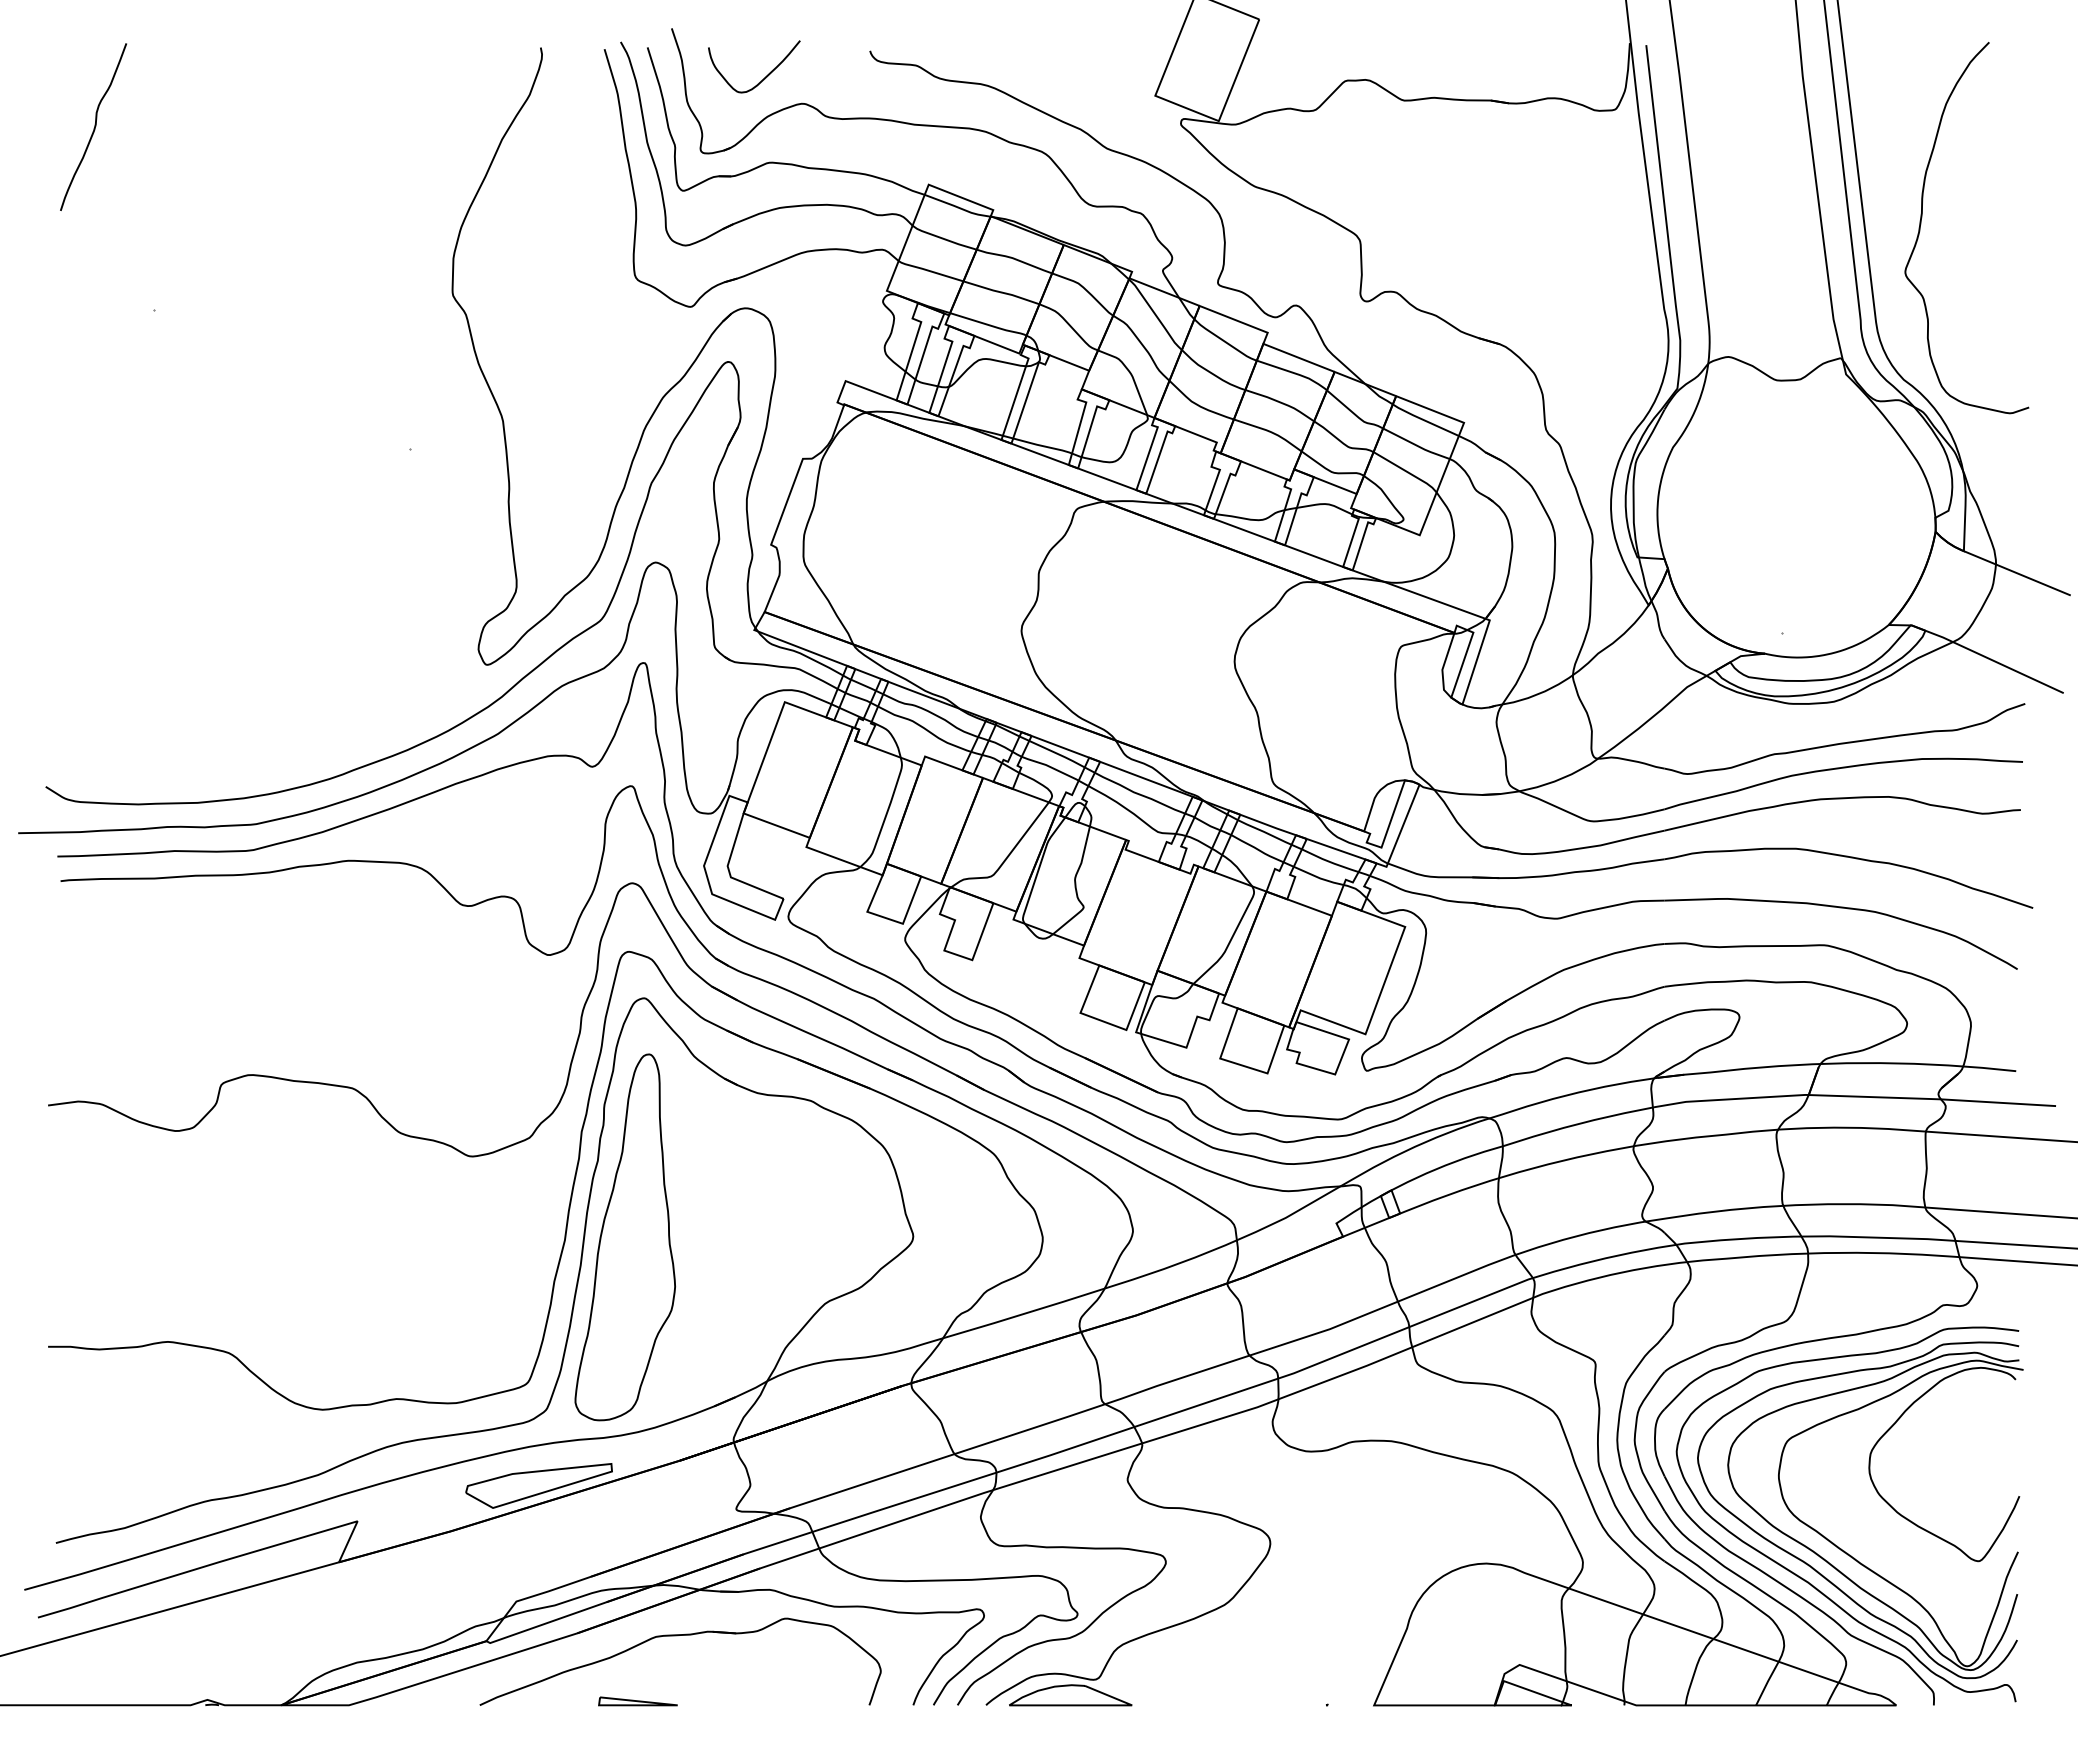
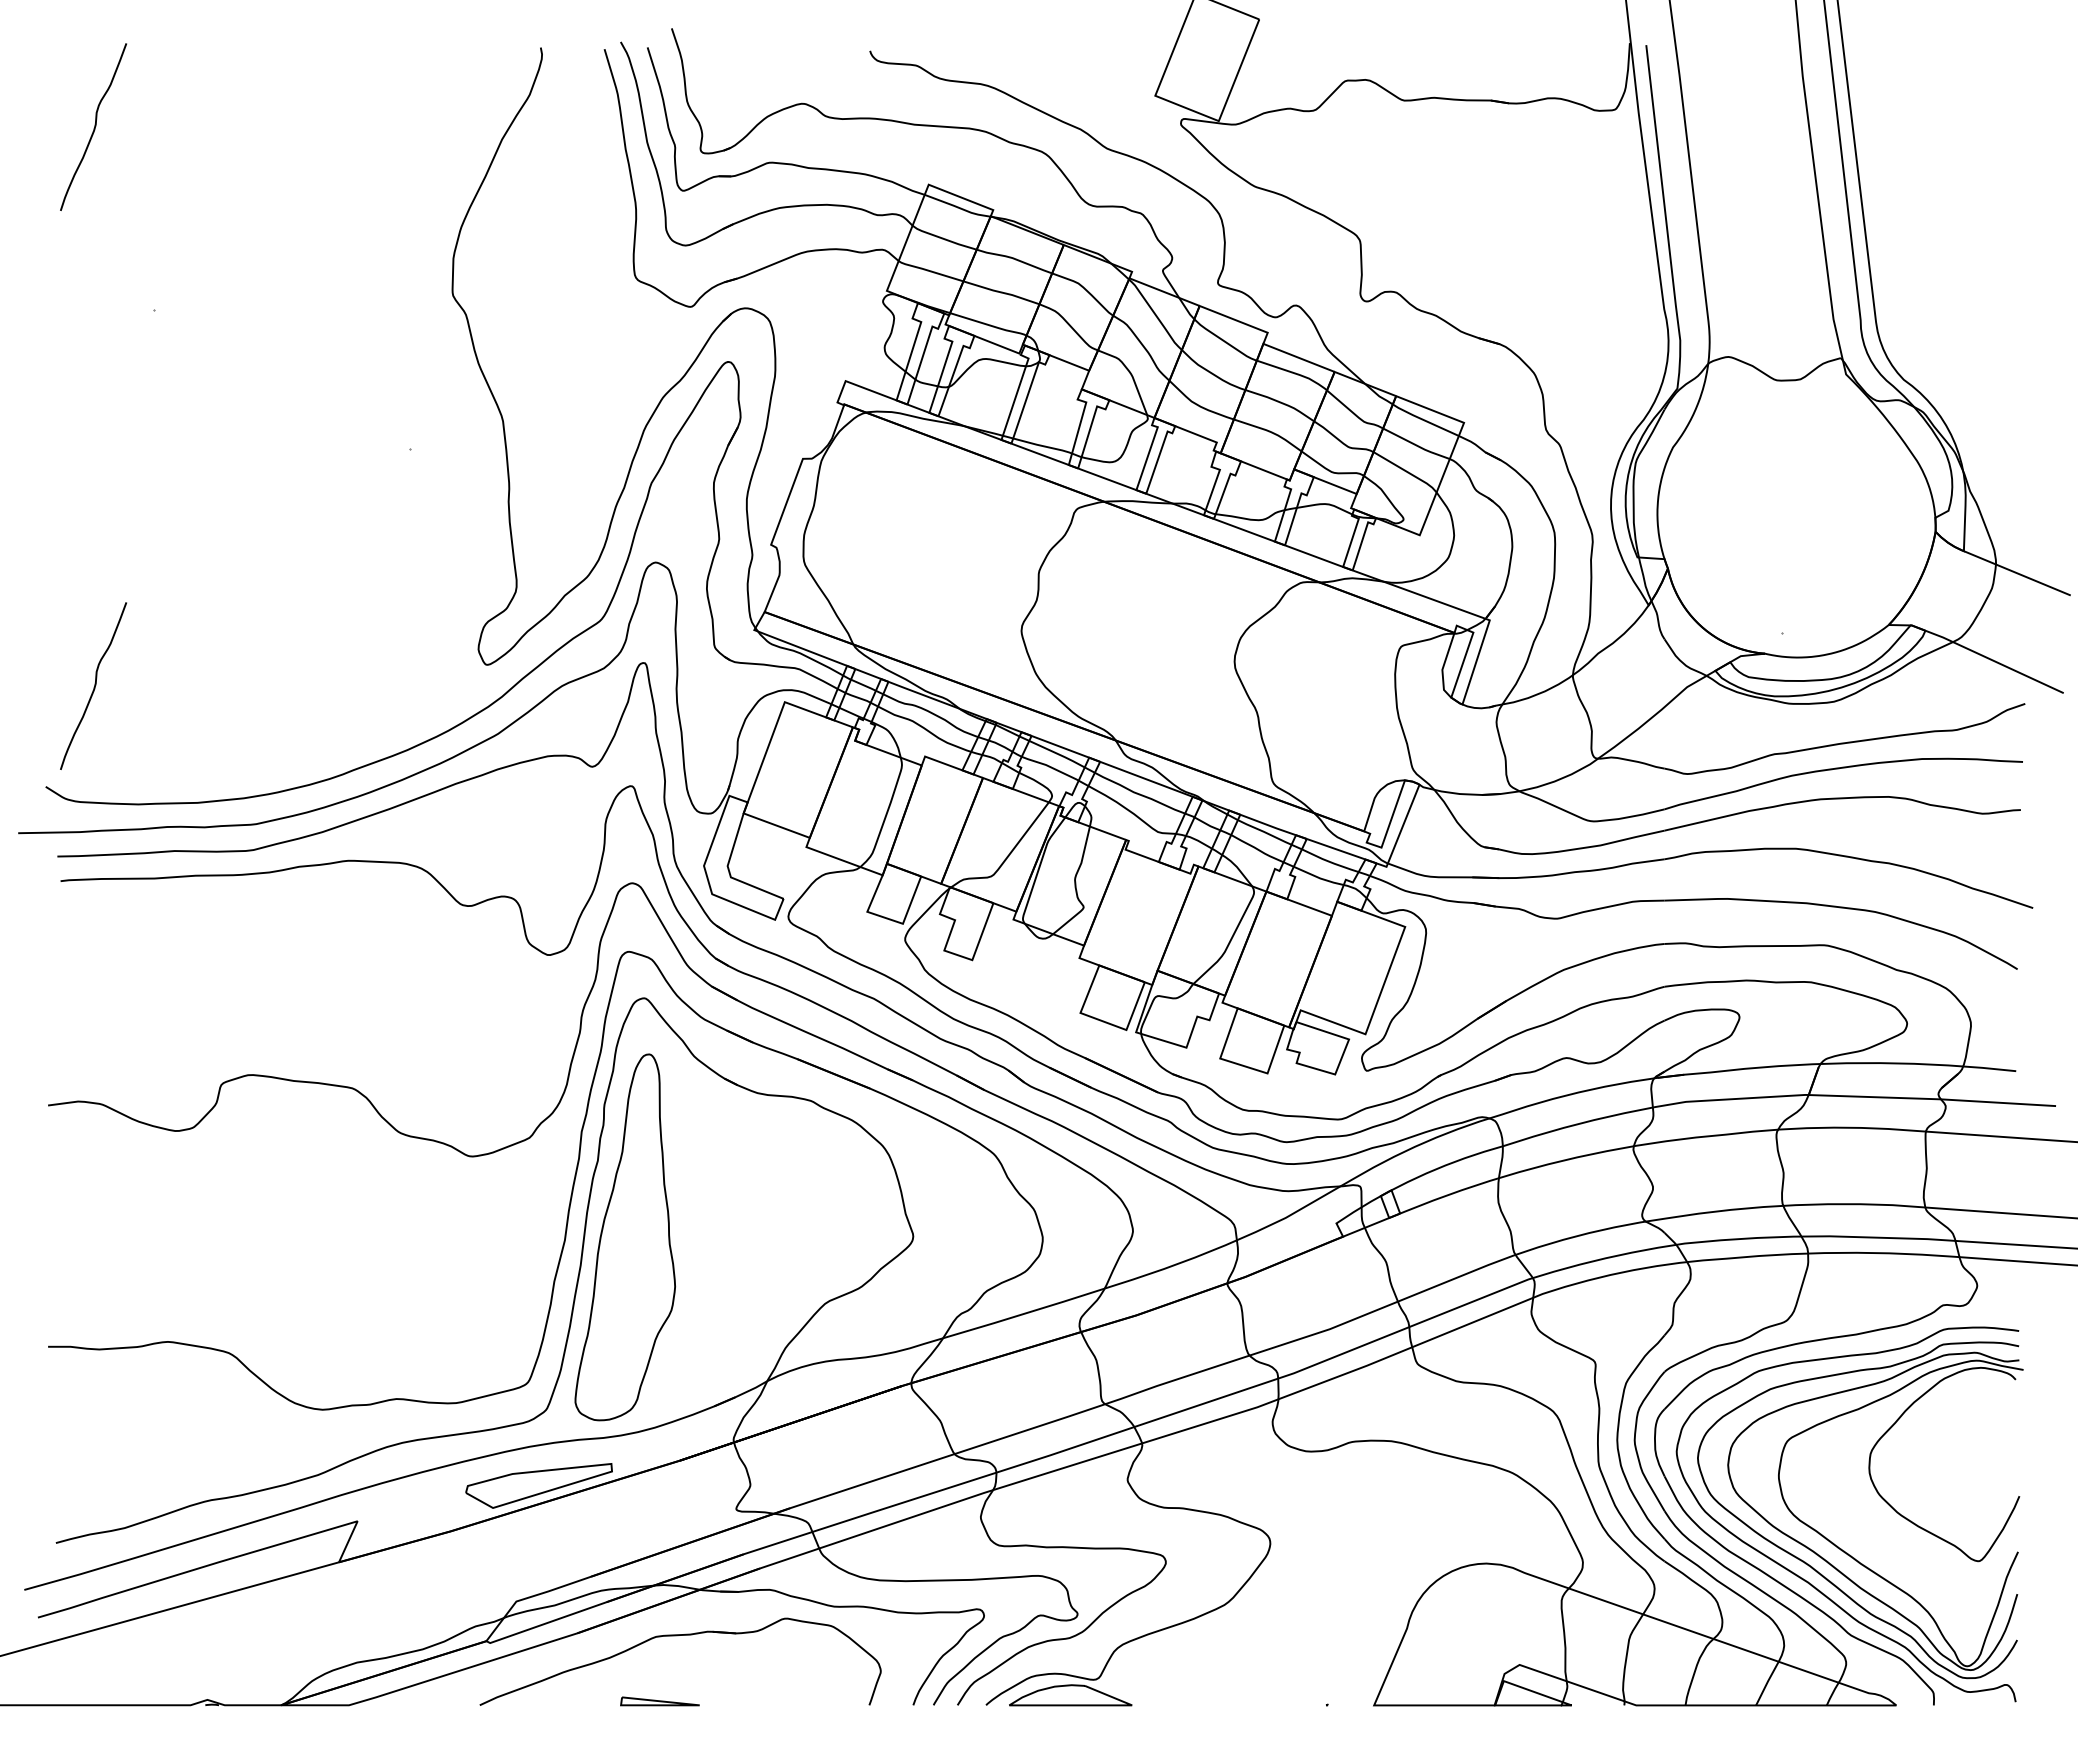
curve at (765, 76): present -> none
curve at (1921, 224): present -> none
curve at (94, 685): none -> present
part at (637, 1701) position: (637, 1701) -> (659, 1701)
